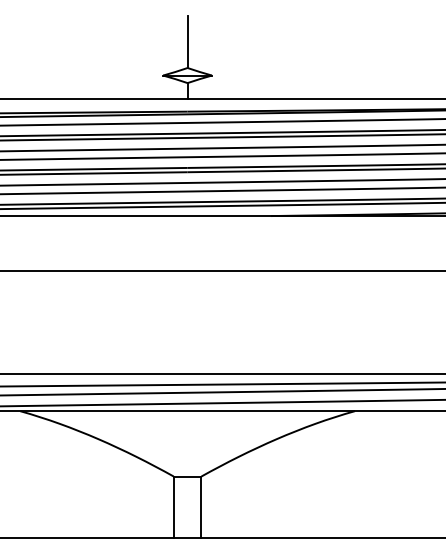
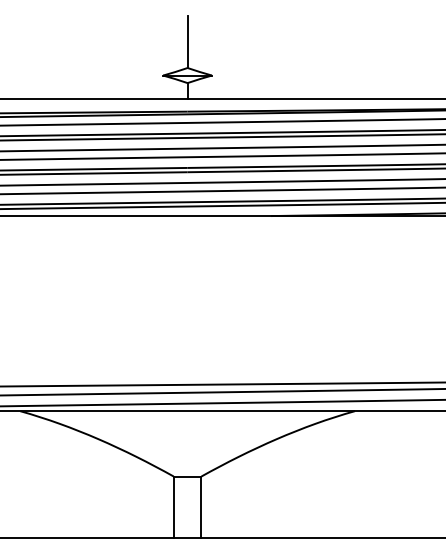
line at (222, 270): present -> none
line at (222, 373): present -> none
